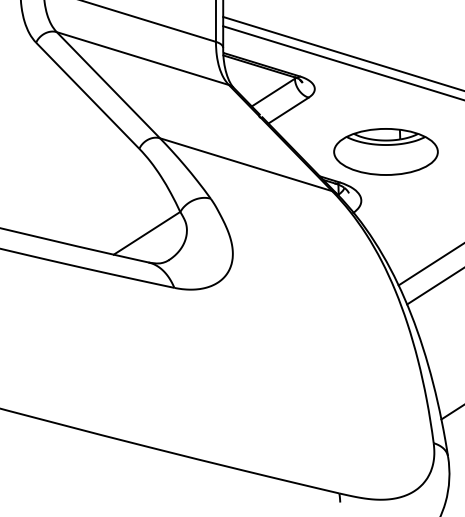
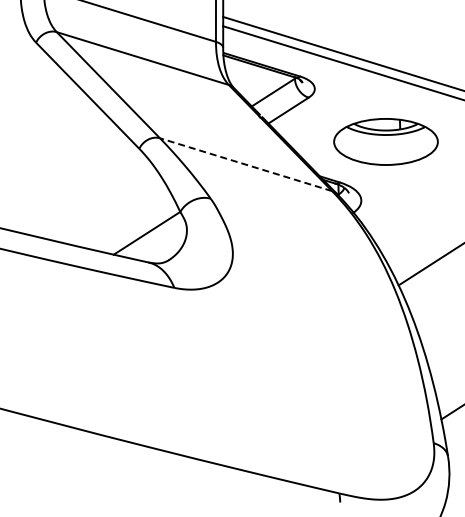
part at (385, 151) position: (385, 151) -> (385, 141)
line at (245, 164): solid -> dashed
line at (434, 286): present -> none
